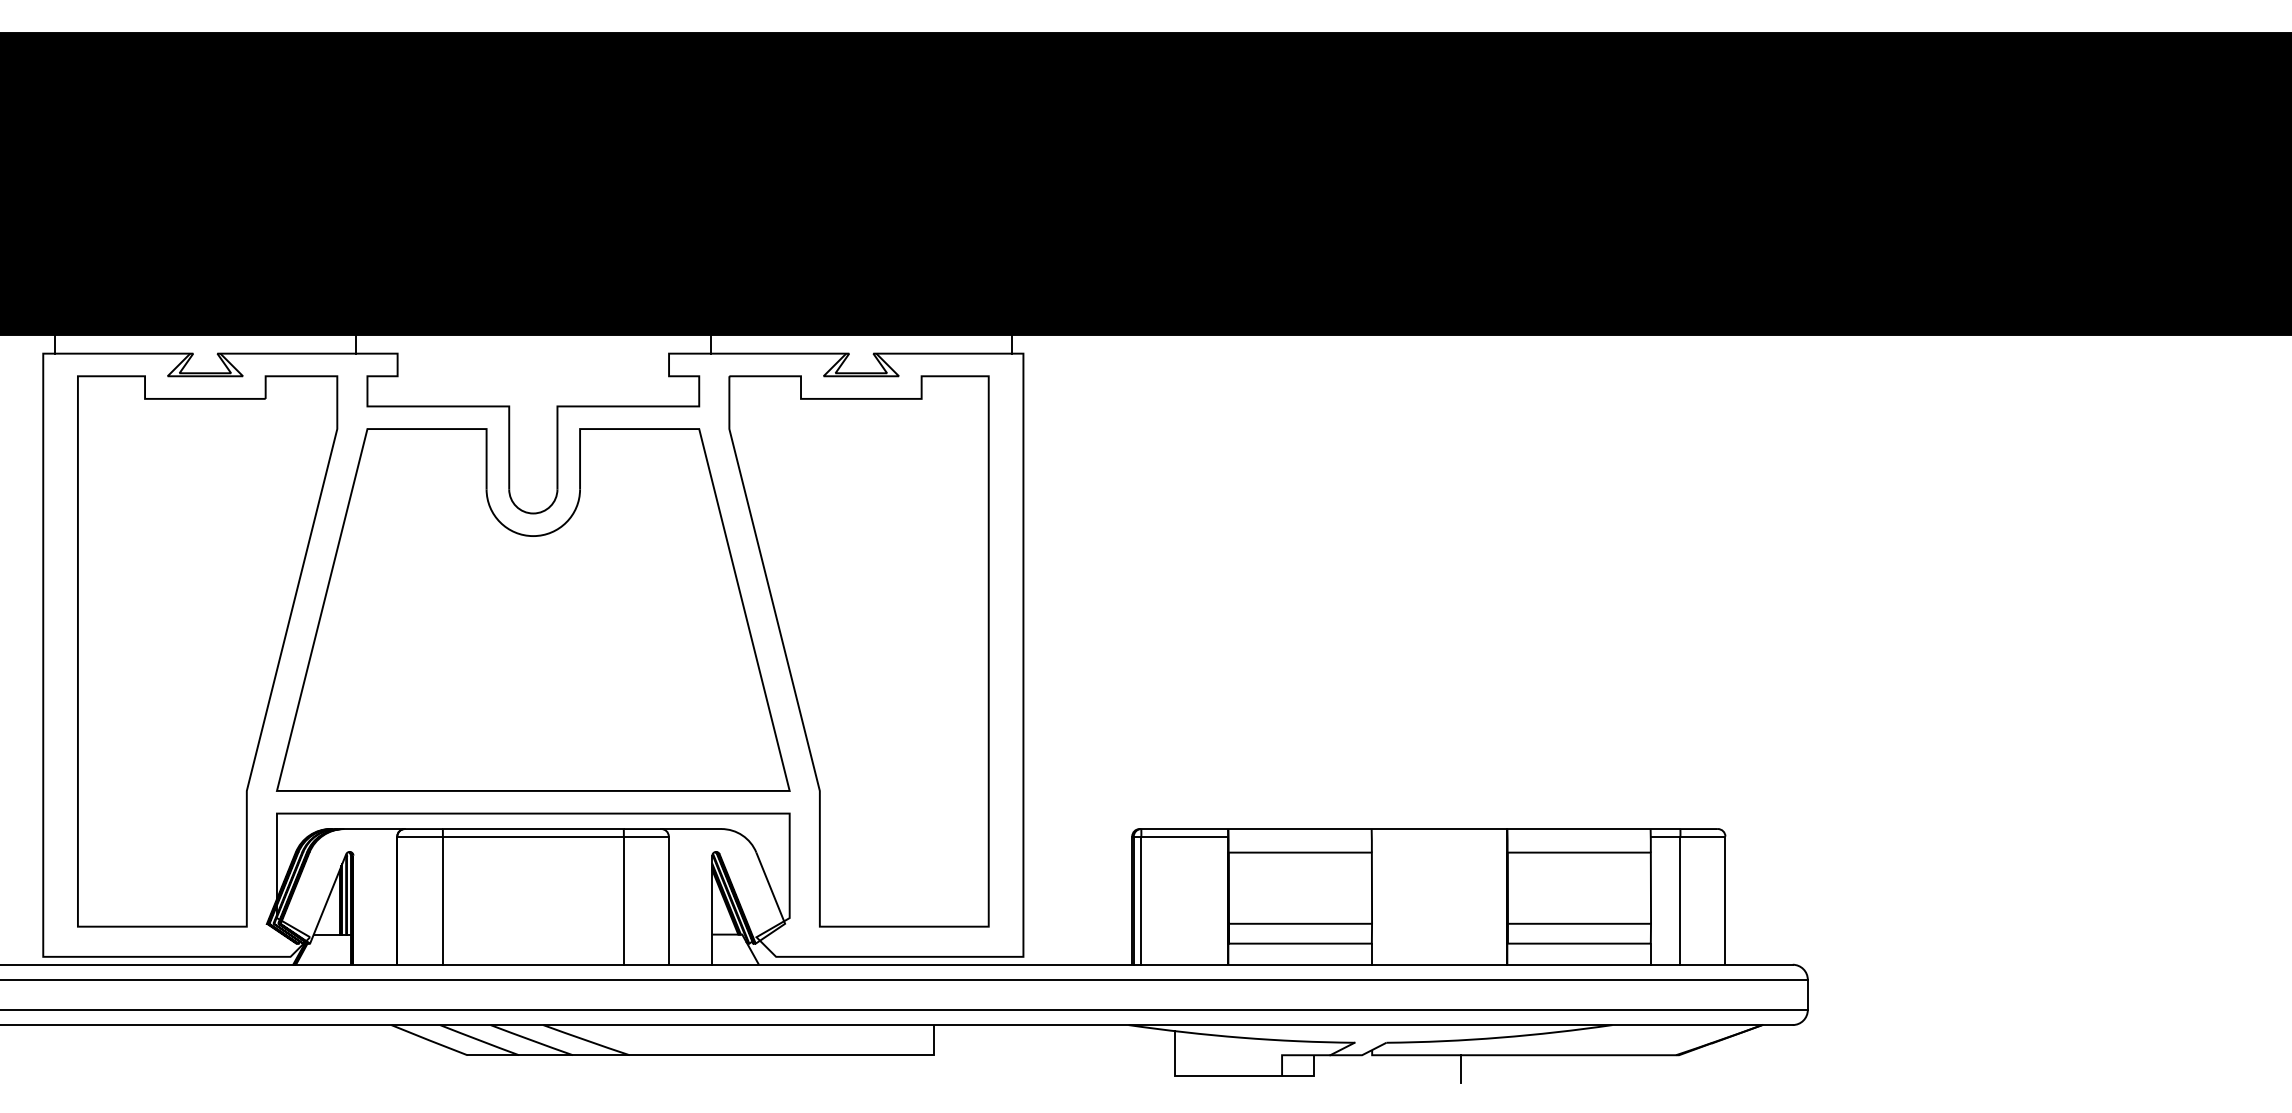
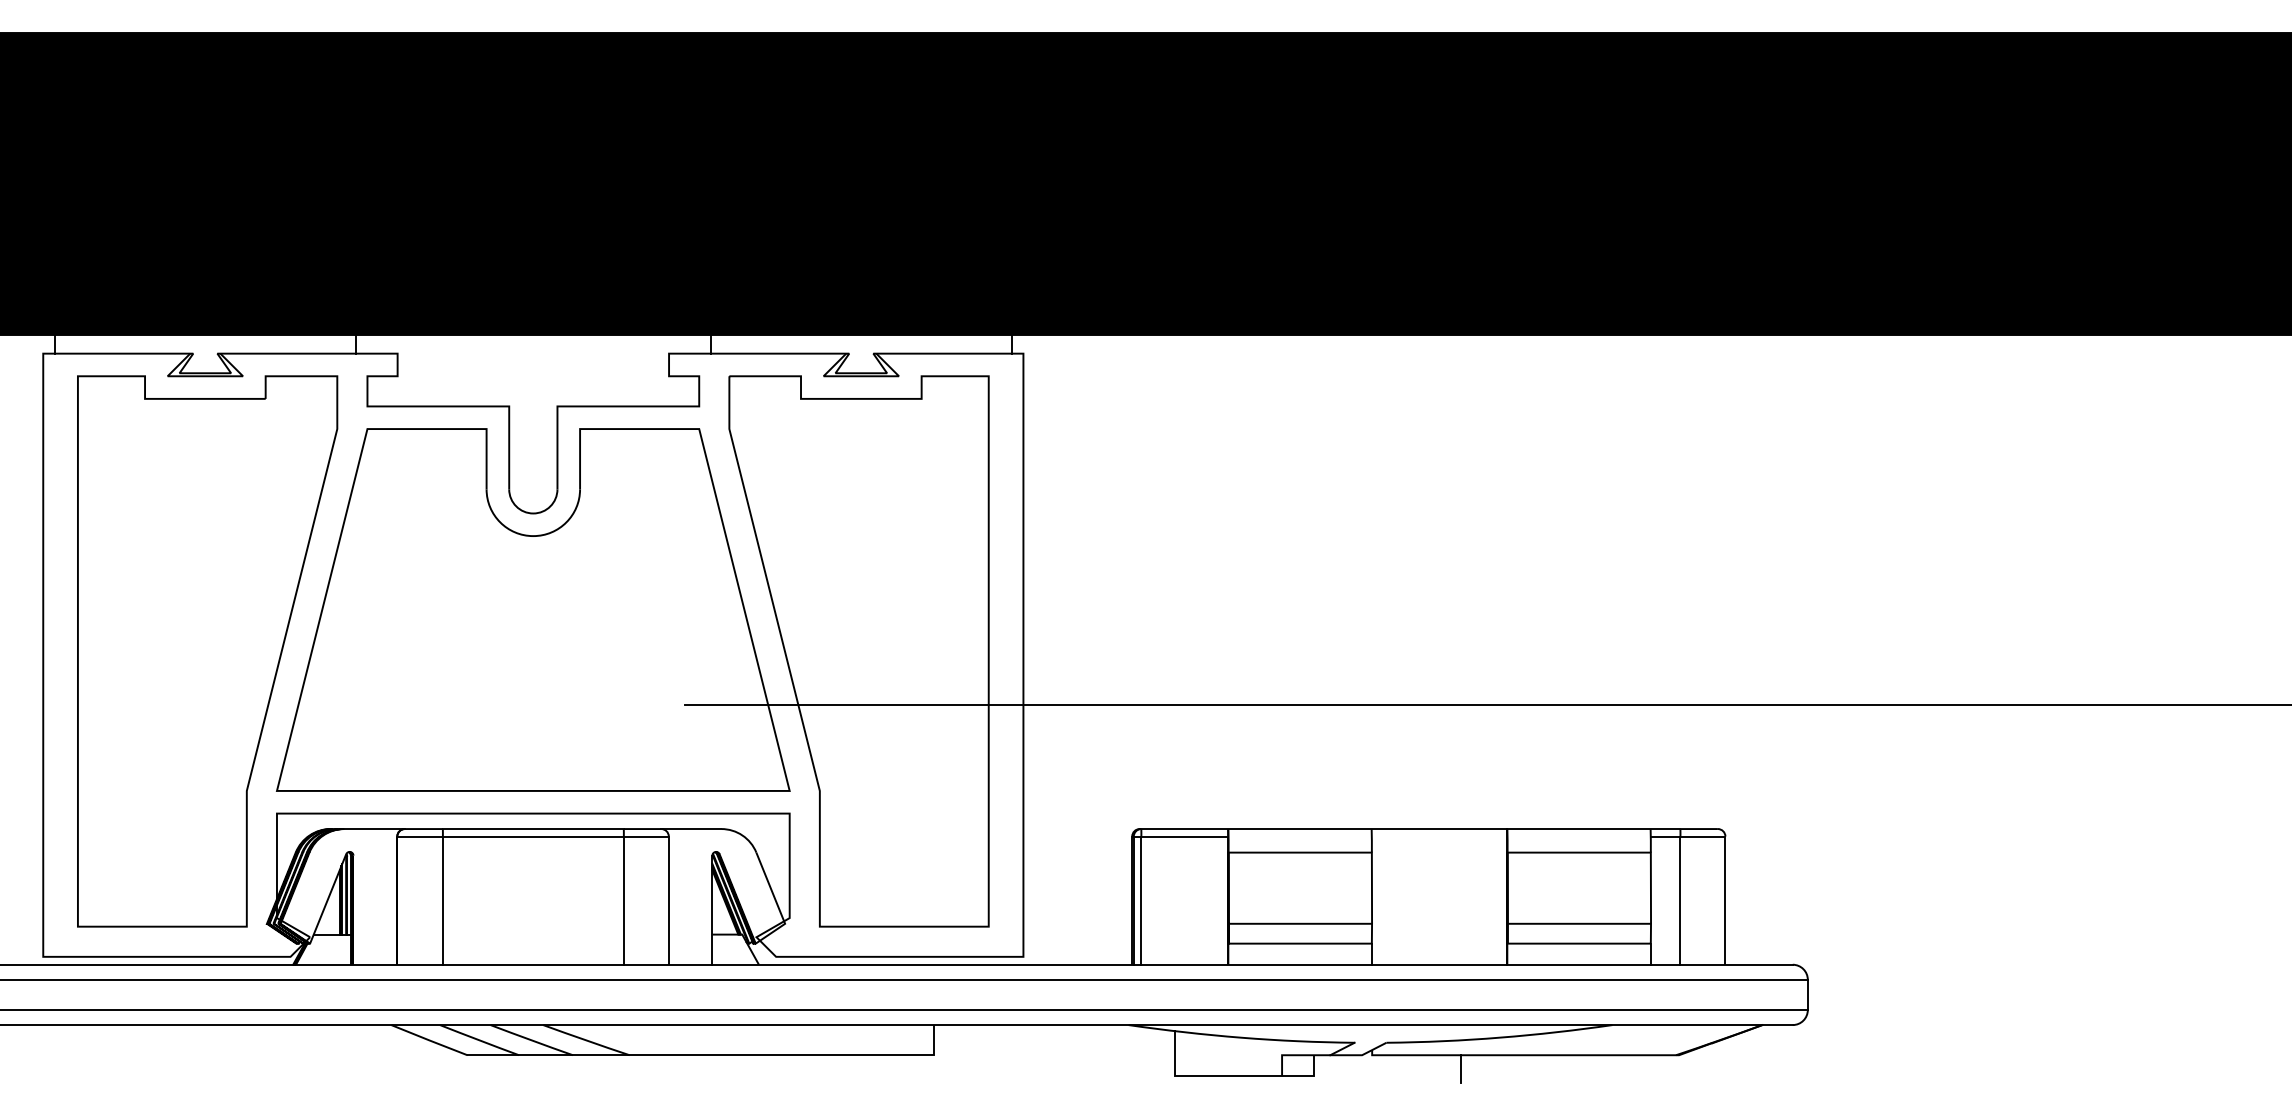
line at (1486, 704): none -> present
